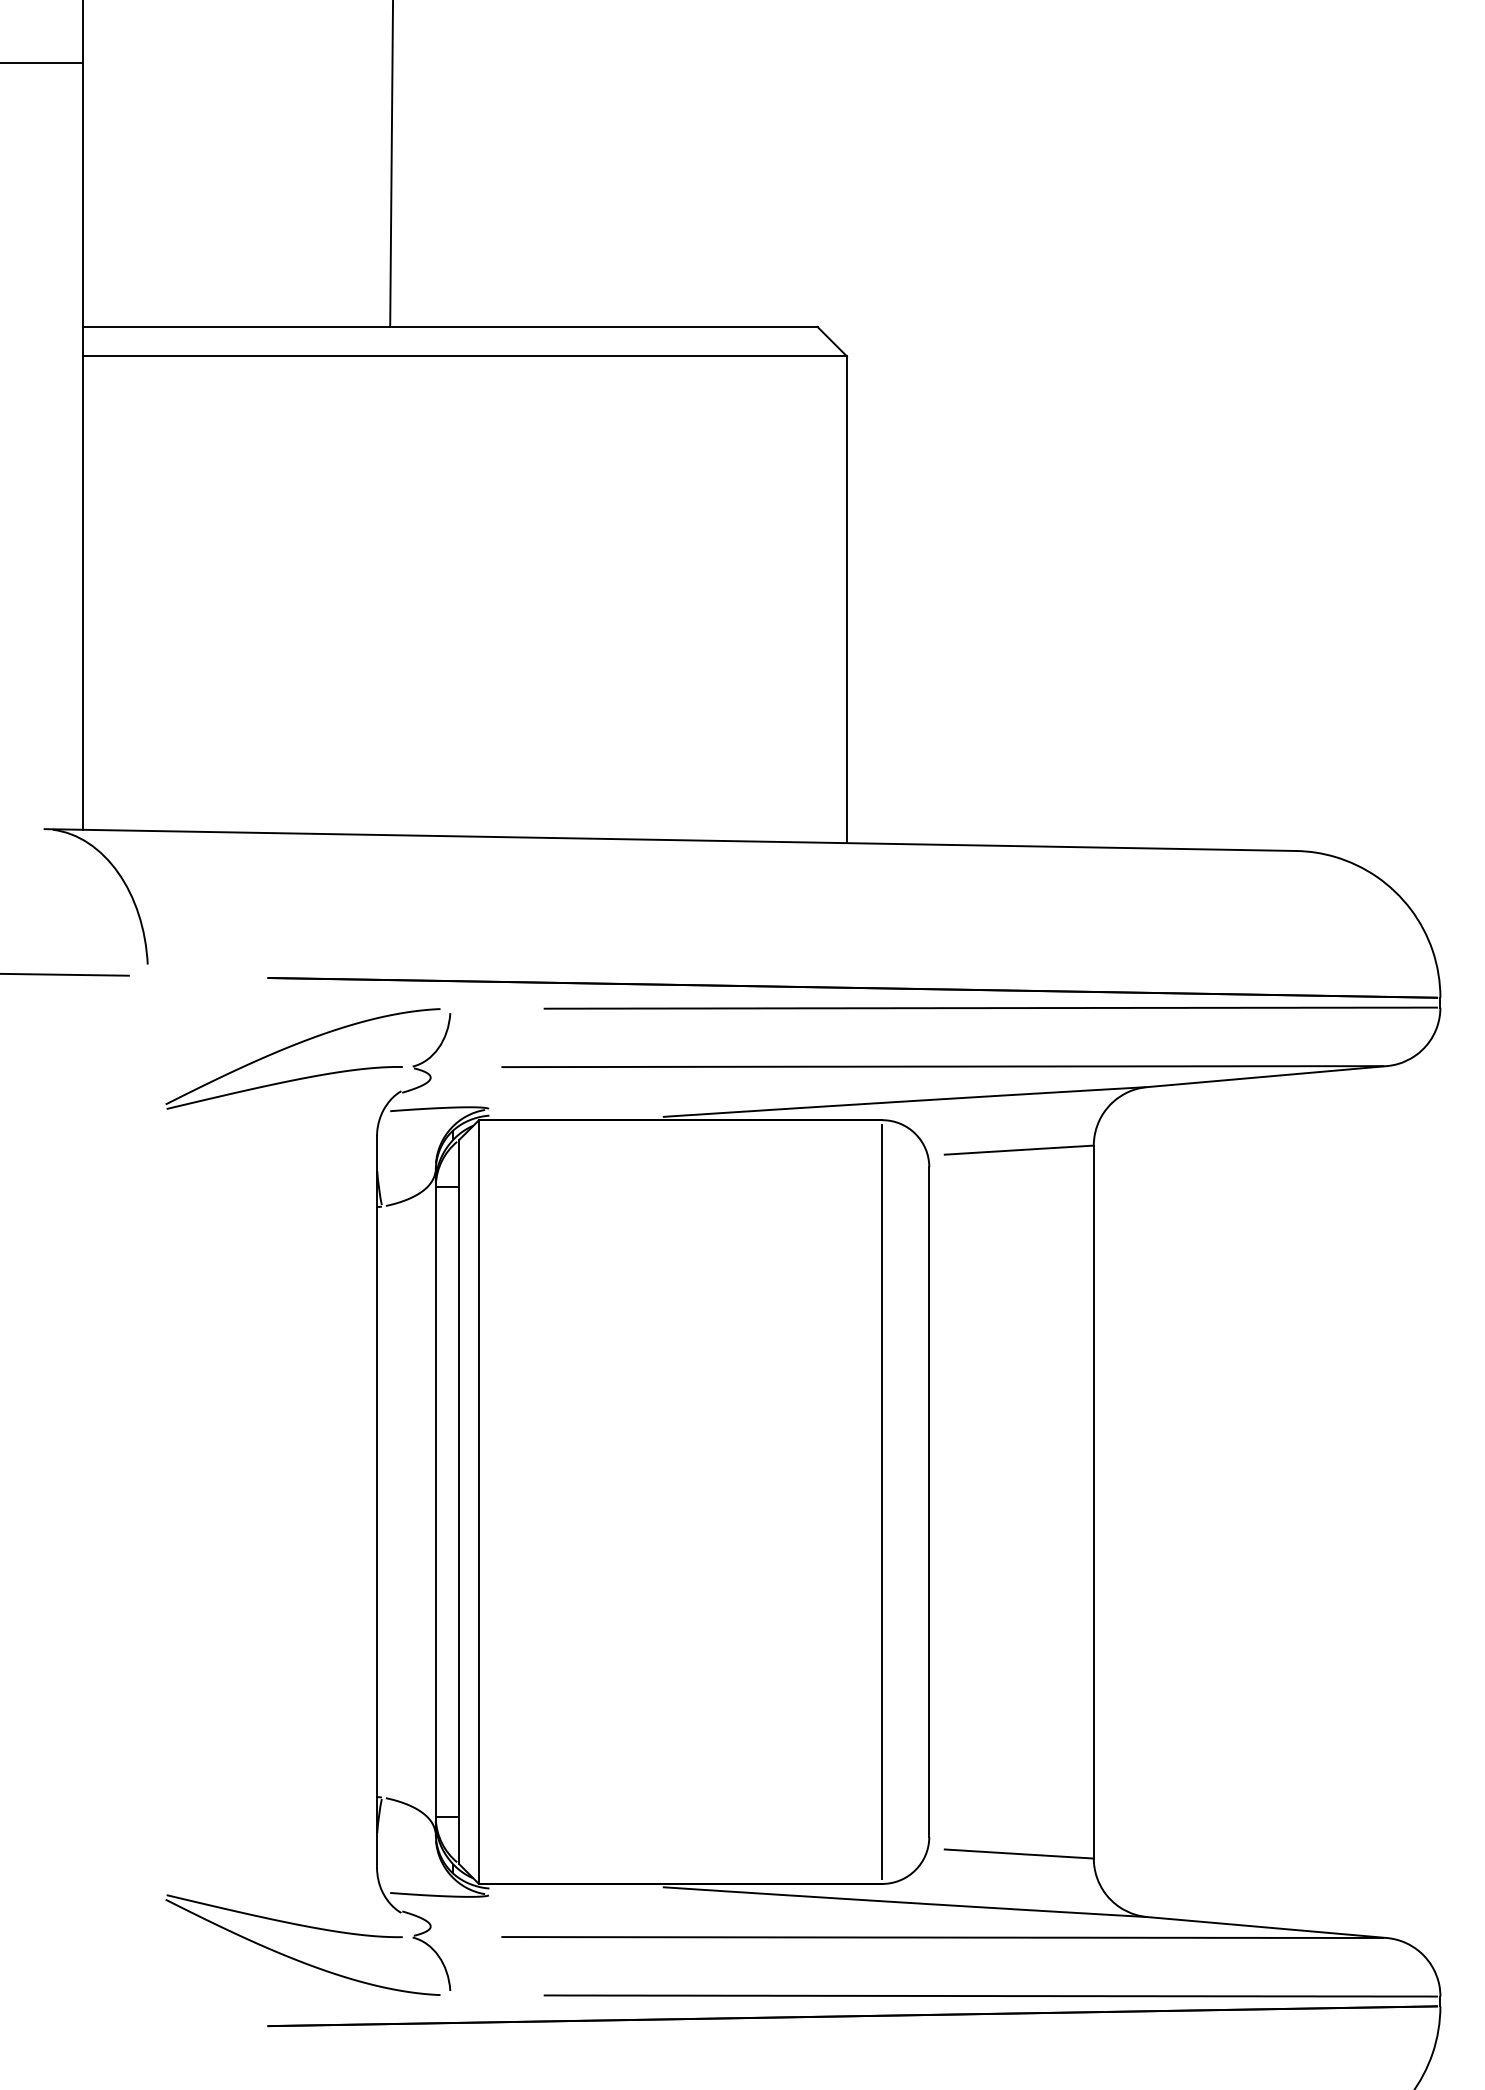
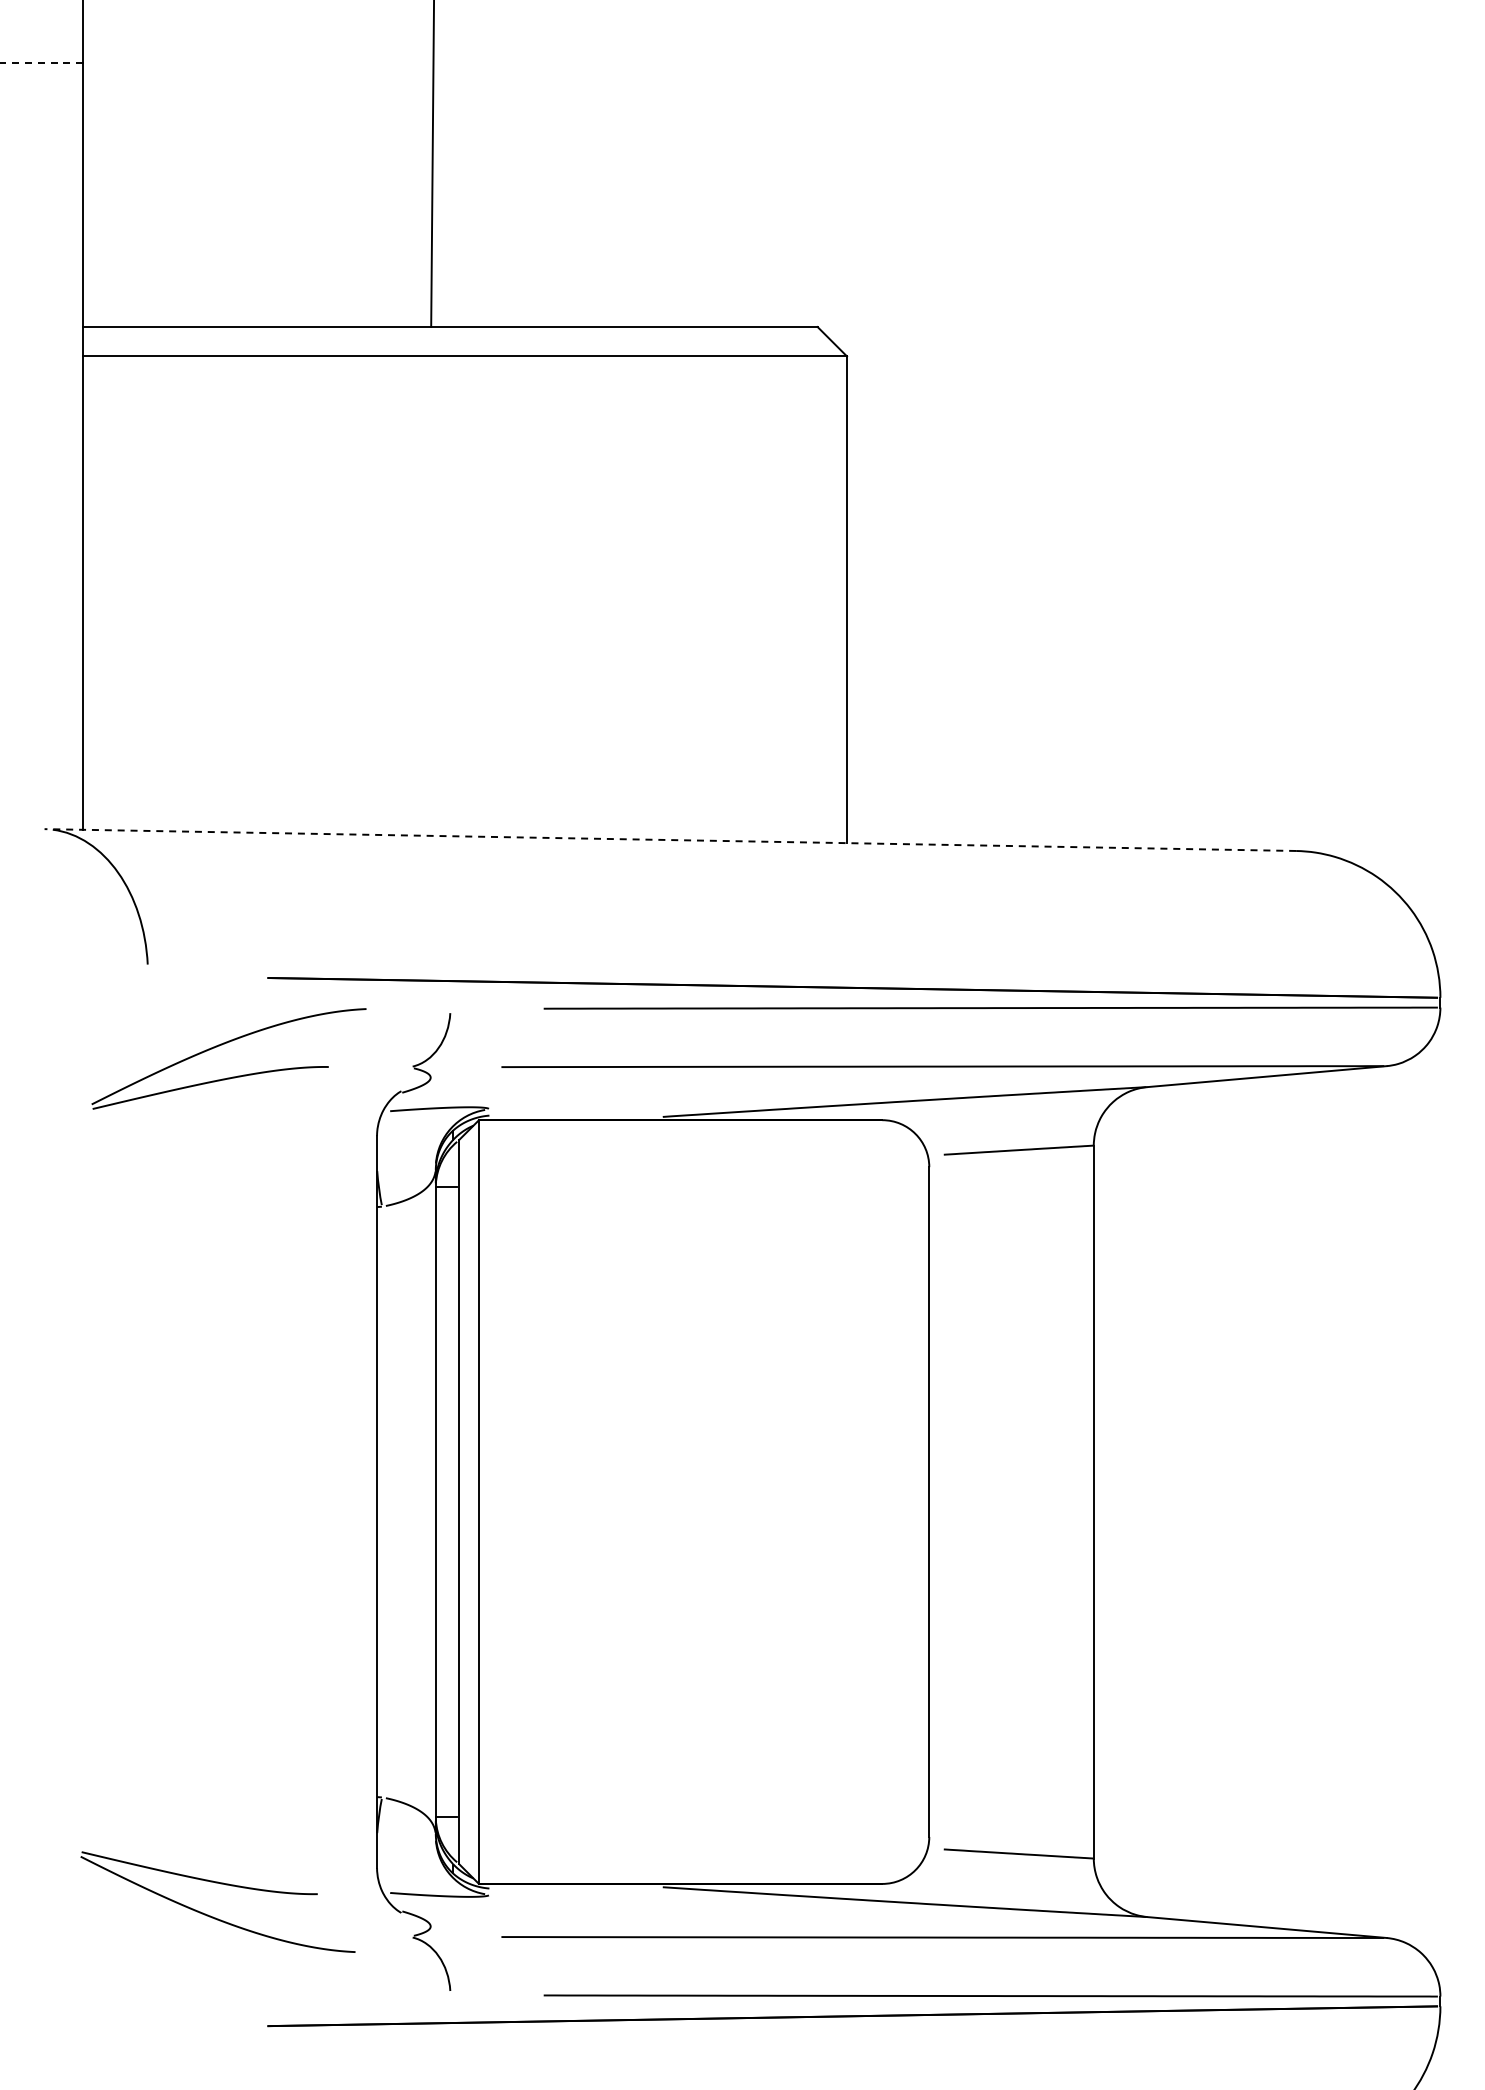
line at (41, 62): solid -> dashed
line at (391, 164) position: (391, 164) -> (432, 164)
line at (670, 840): solid -> dashed
line at (65, 974): present -> none
part at (296, 1045) position: (296, 1045) -> (222, 1045)
line at (882, 1501): present -> none
part at (298, 1959) position: (298, 1959) -> (213, 1916)
